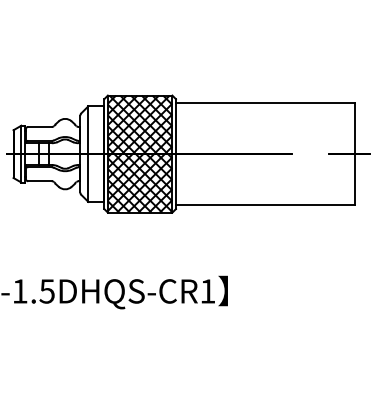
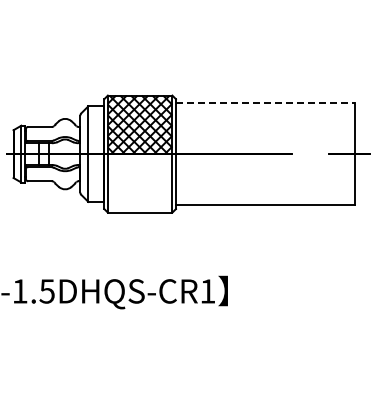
line at (265, 102): solid -> dashed
hatch at (139, 183): present -> none
